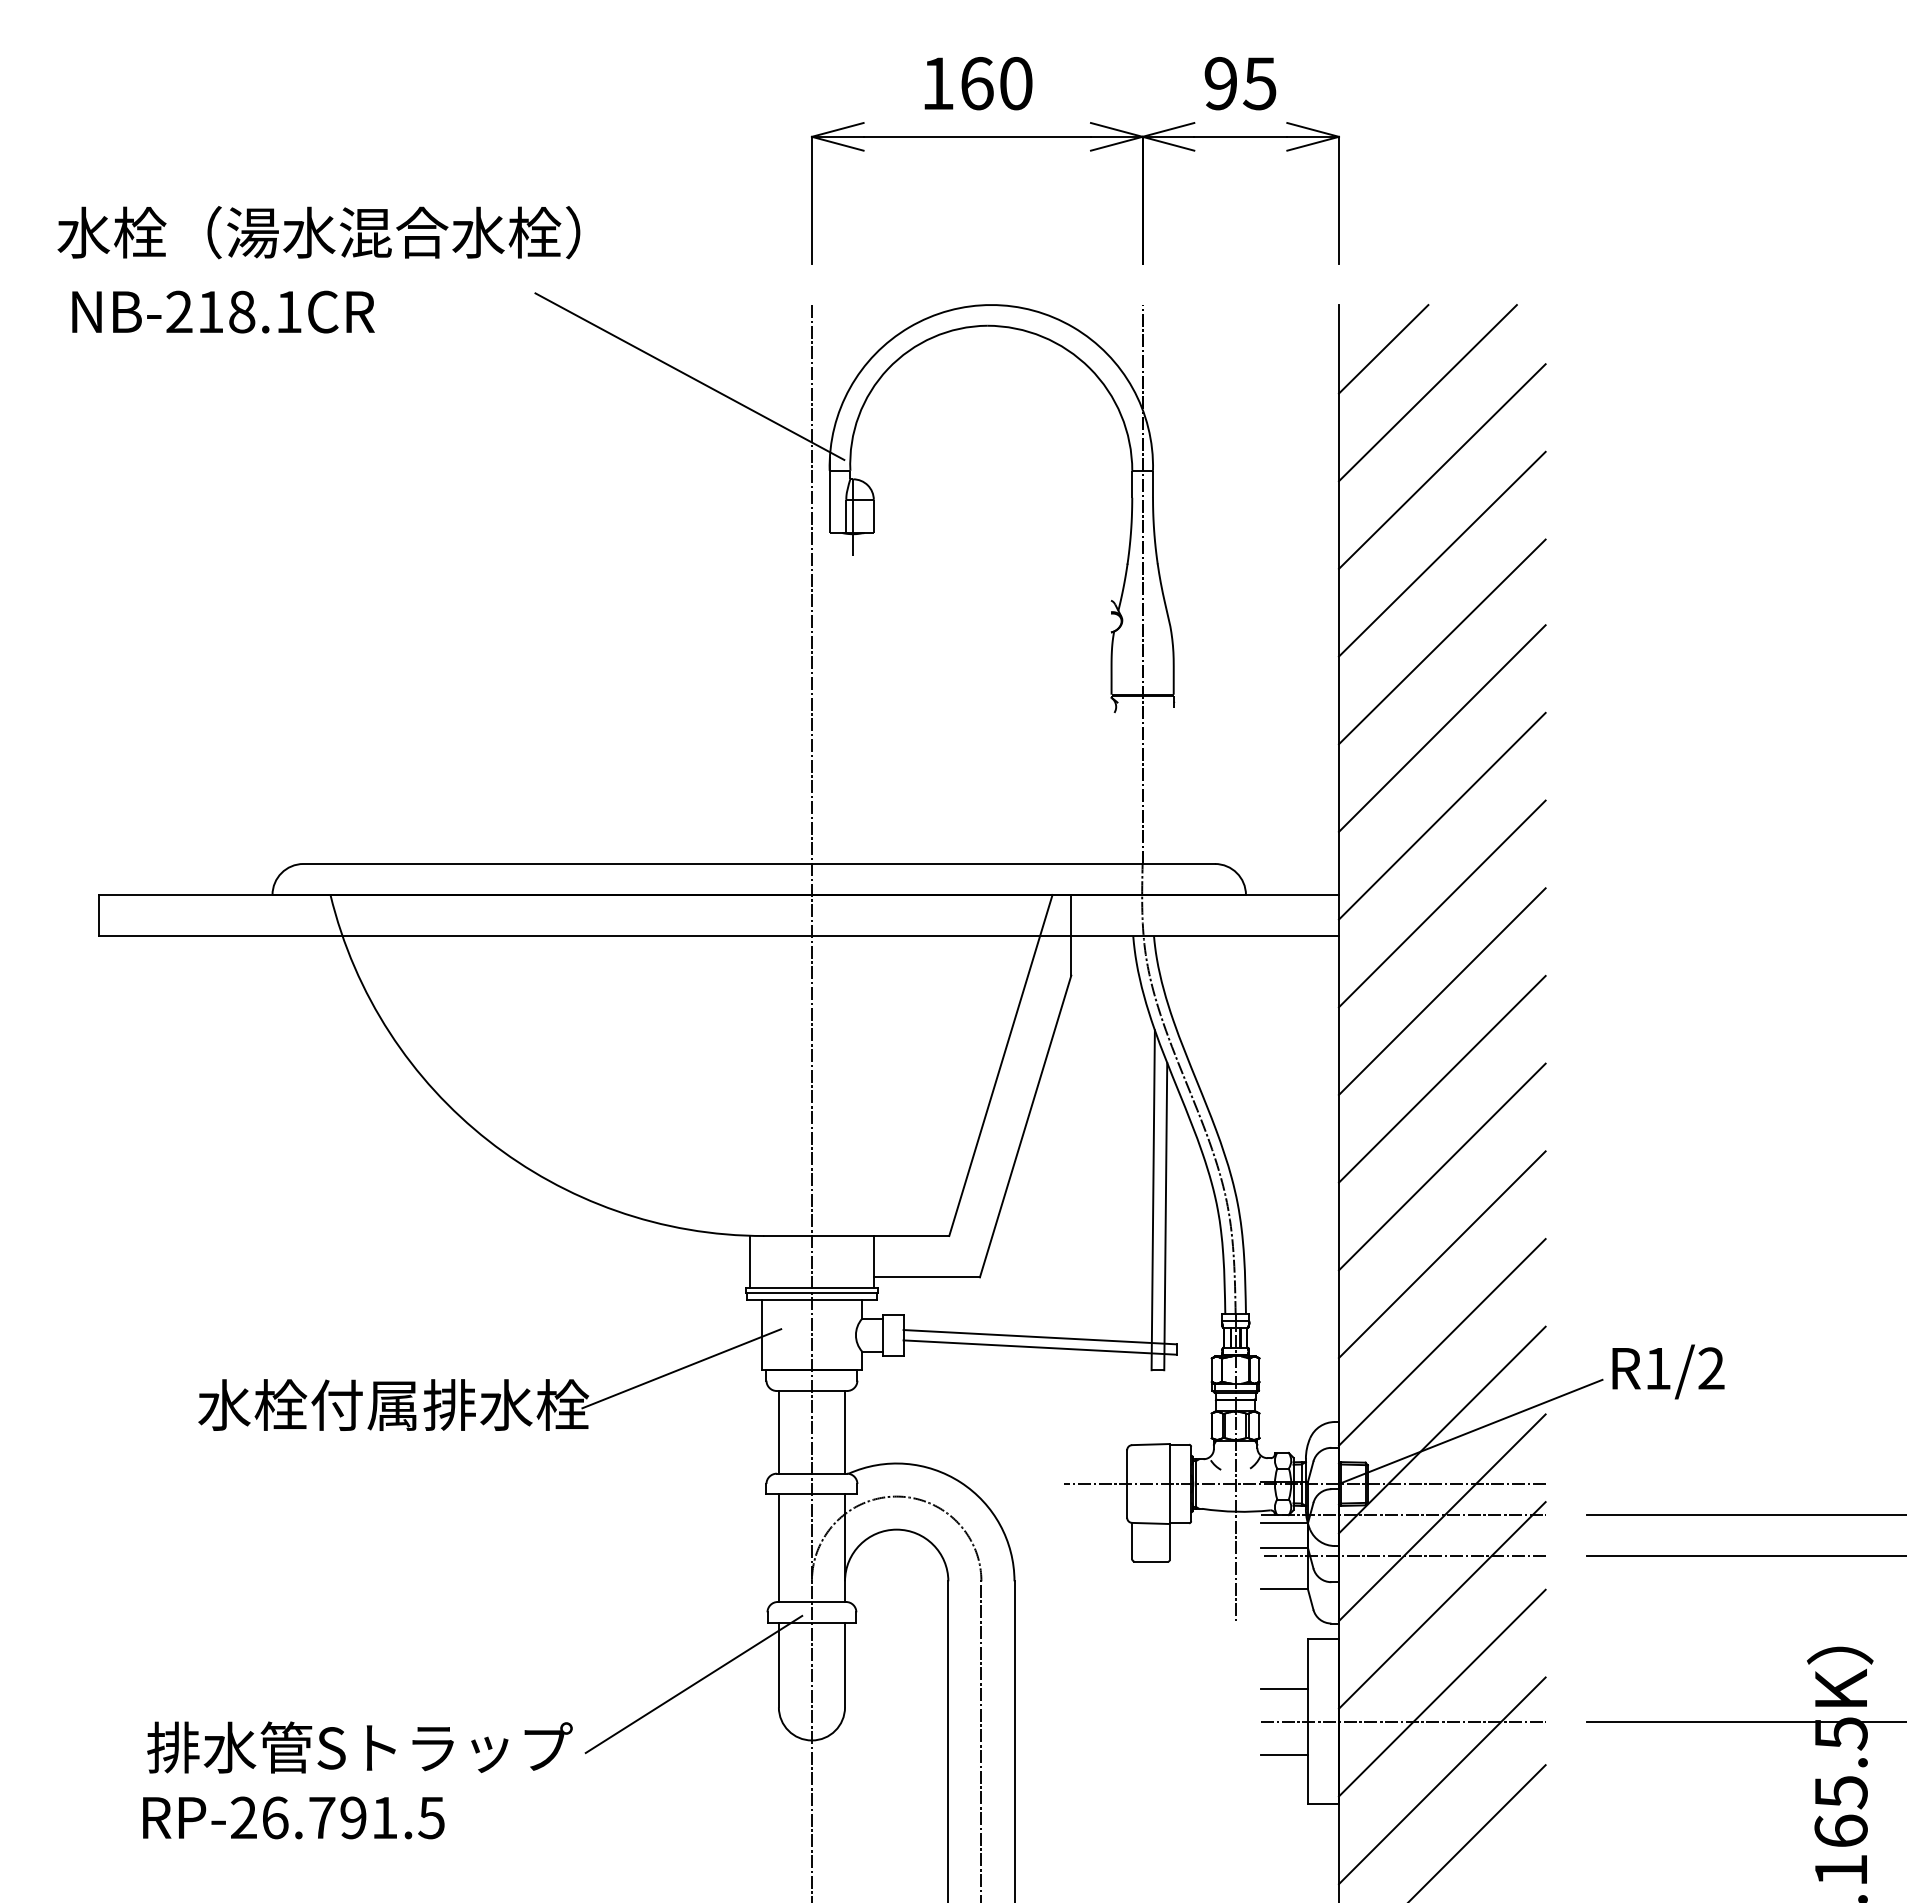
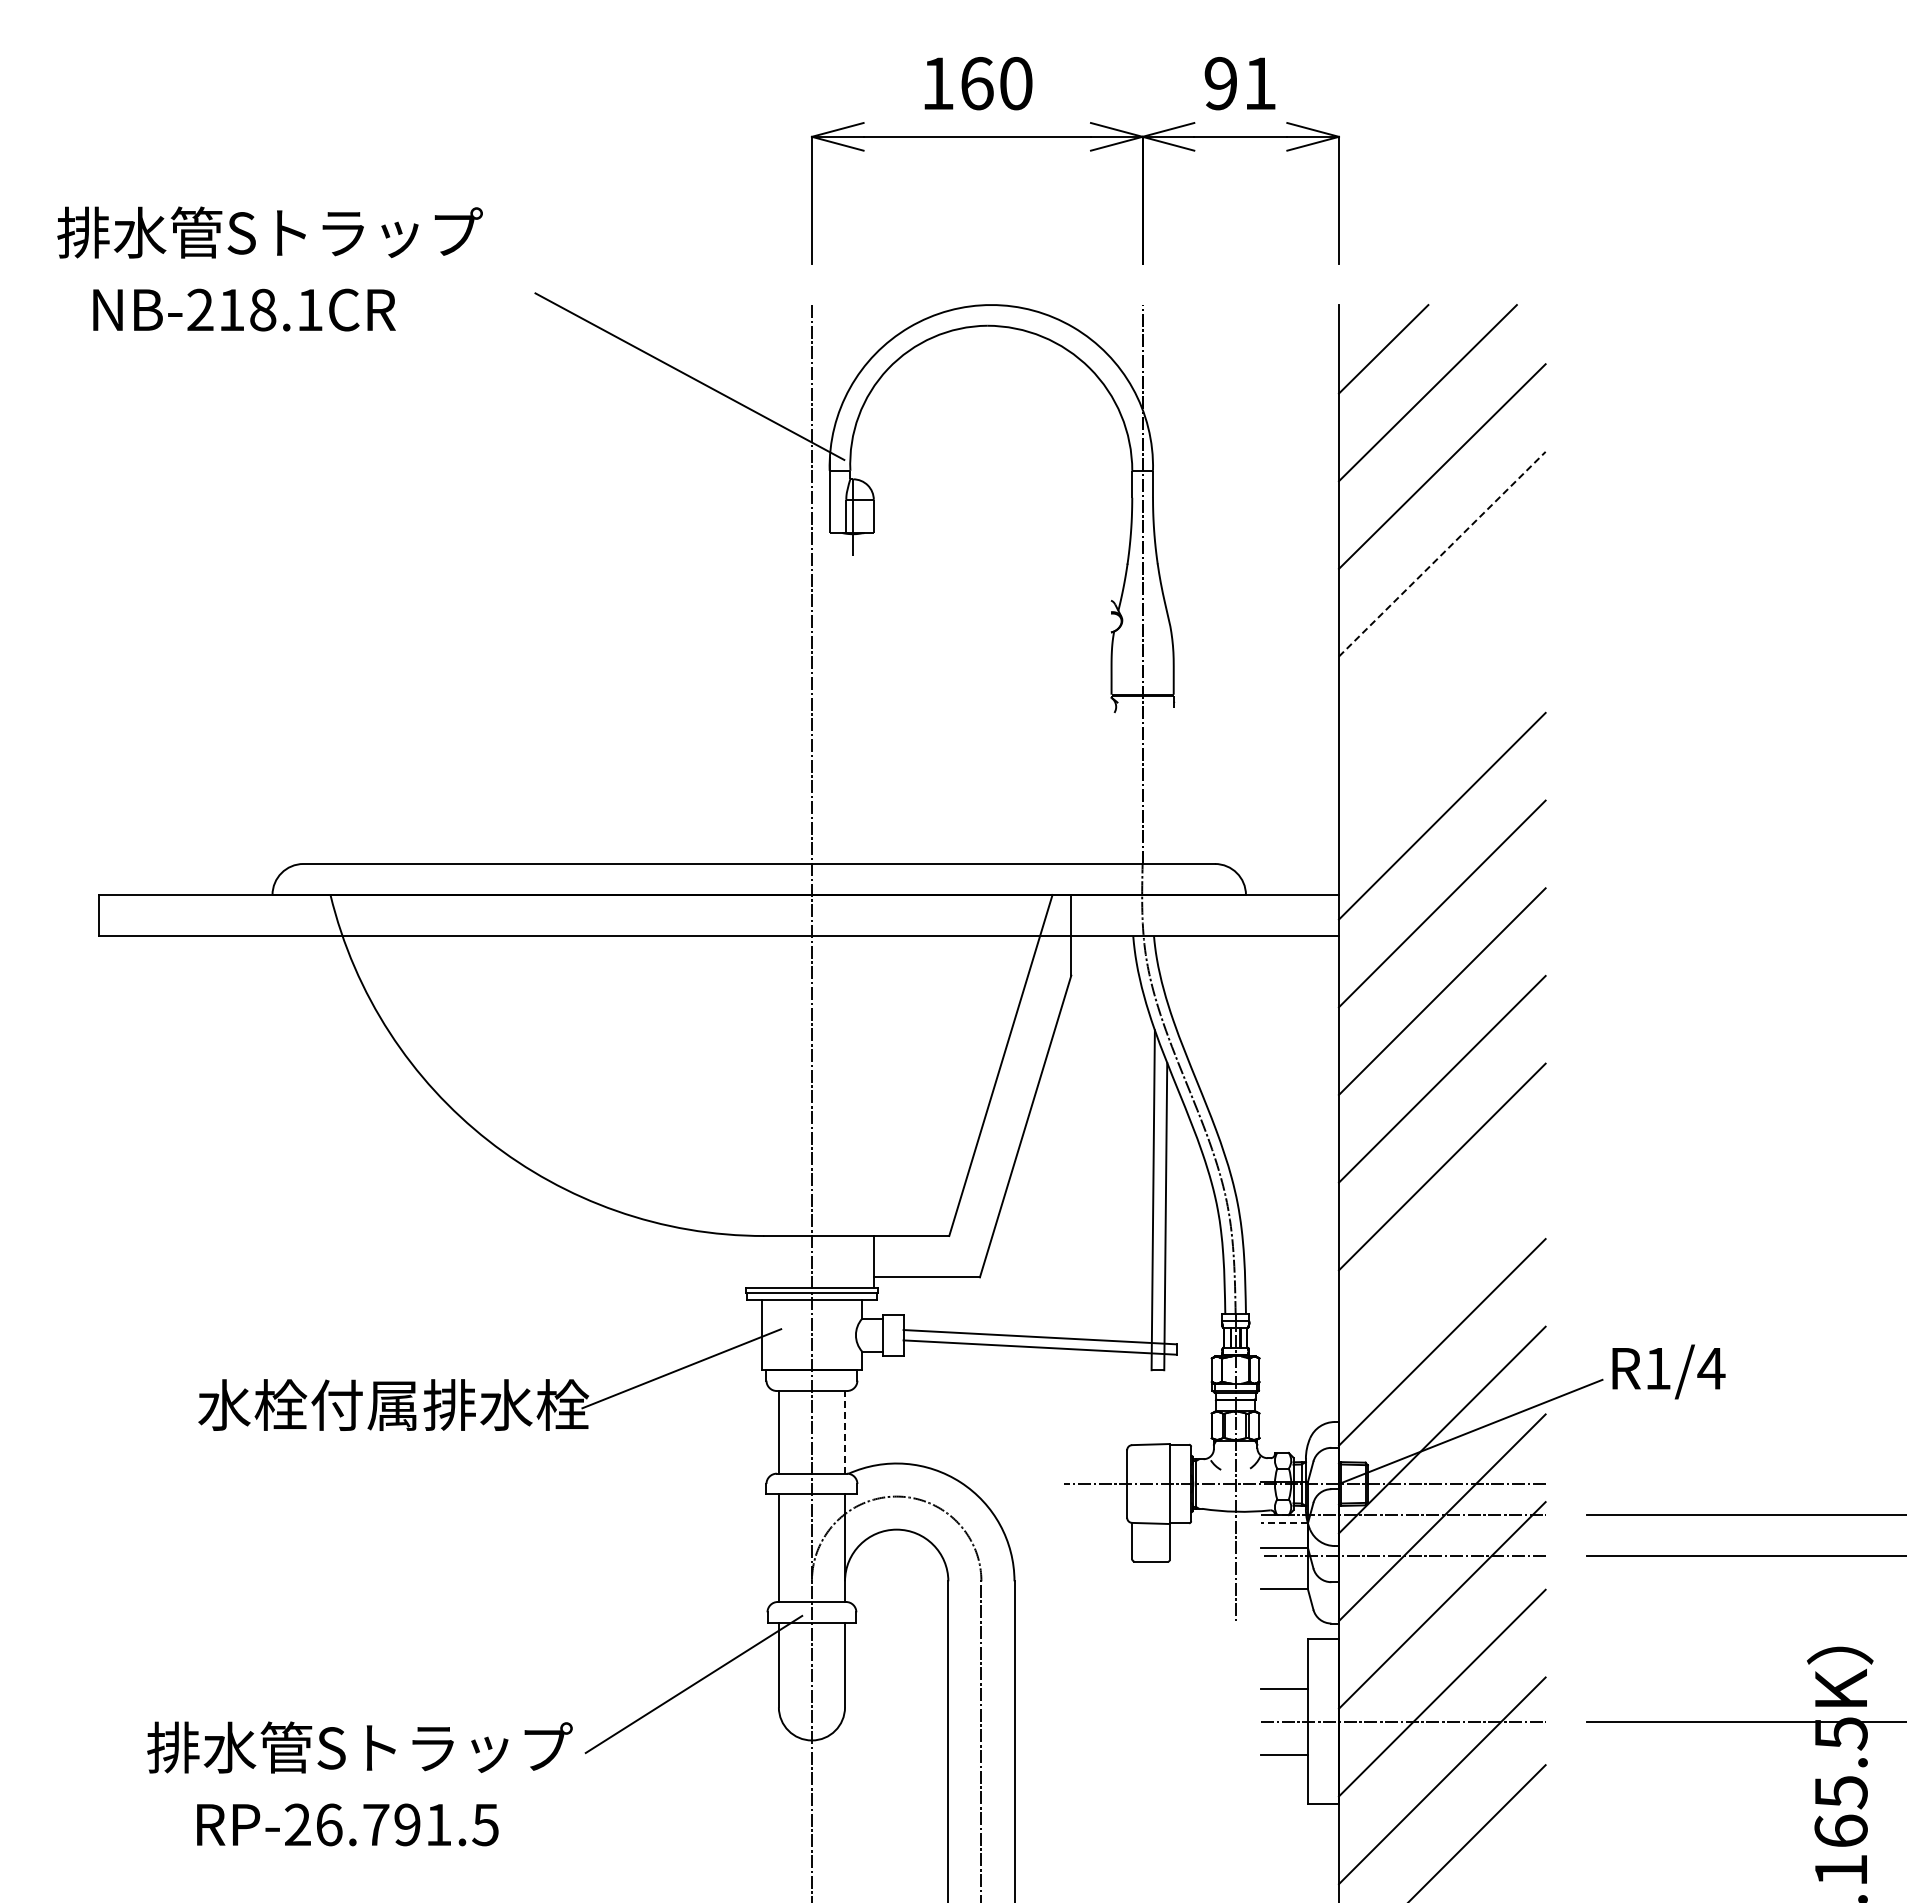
text at (1259, 83): 95 -> 91
text at (318, 232): 水栓（湯水混合水栓） -> 排水管Sトラップ
text at (223, 311) position: (223, 311) -> (244, 309)
line at (1442, 553): solid -> dashed
line at (1441, 641): present -> none
line at (1441, 728): present -> none
line at (1441, 1254): present -> none
line at (749, 1261): present -> none
text at (1711, 1368): R1/2 -> R1/4
line at (845, 1431): solid -> dashed
line at (1284, 1523): solid -> dashed
text at (293, 1817) position: (293, 1817) -> (347, 1824)
